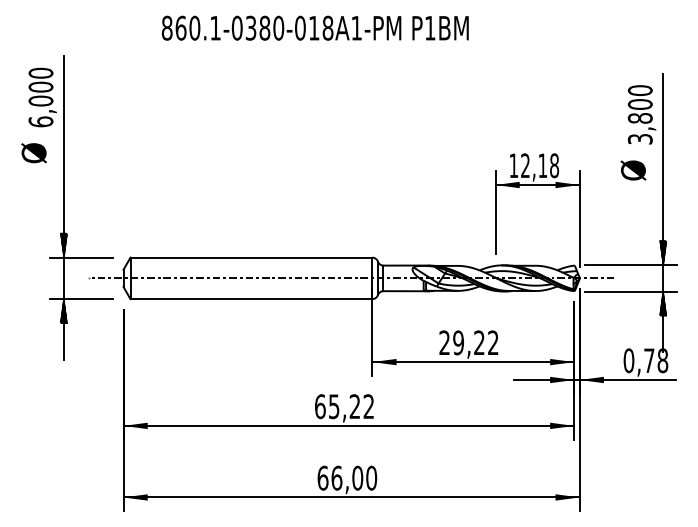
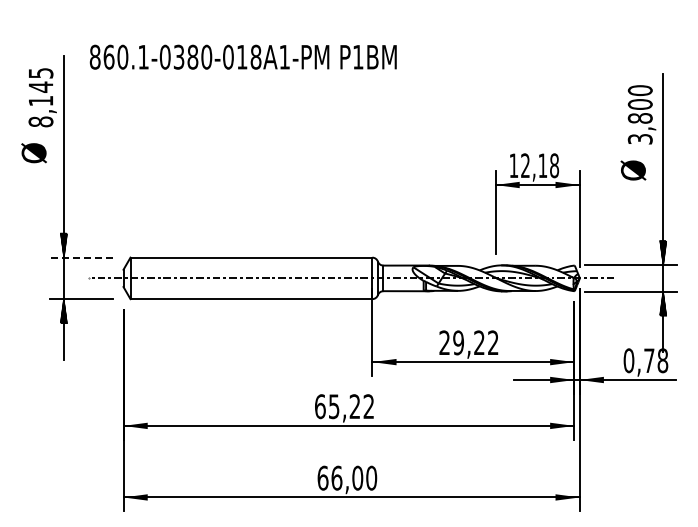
text at (314, 27) position: (314, 27) -> (242, 56)
text at (40, 97): 6,000 -> 8,145
line at (80, 257): solid -> dashed
